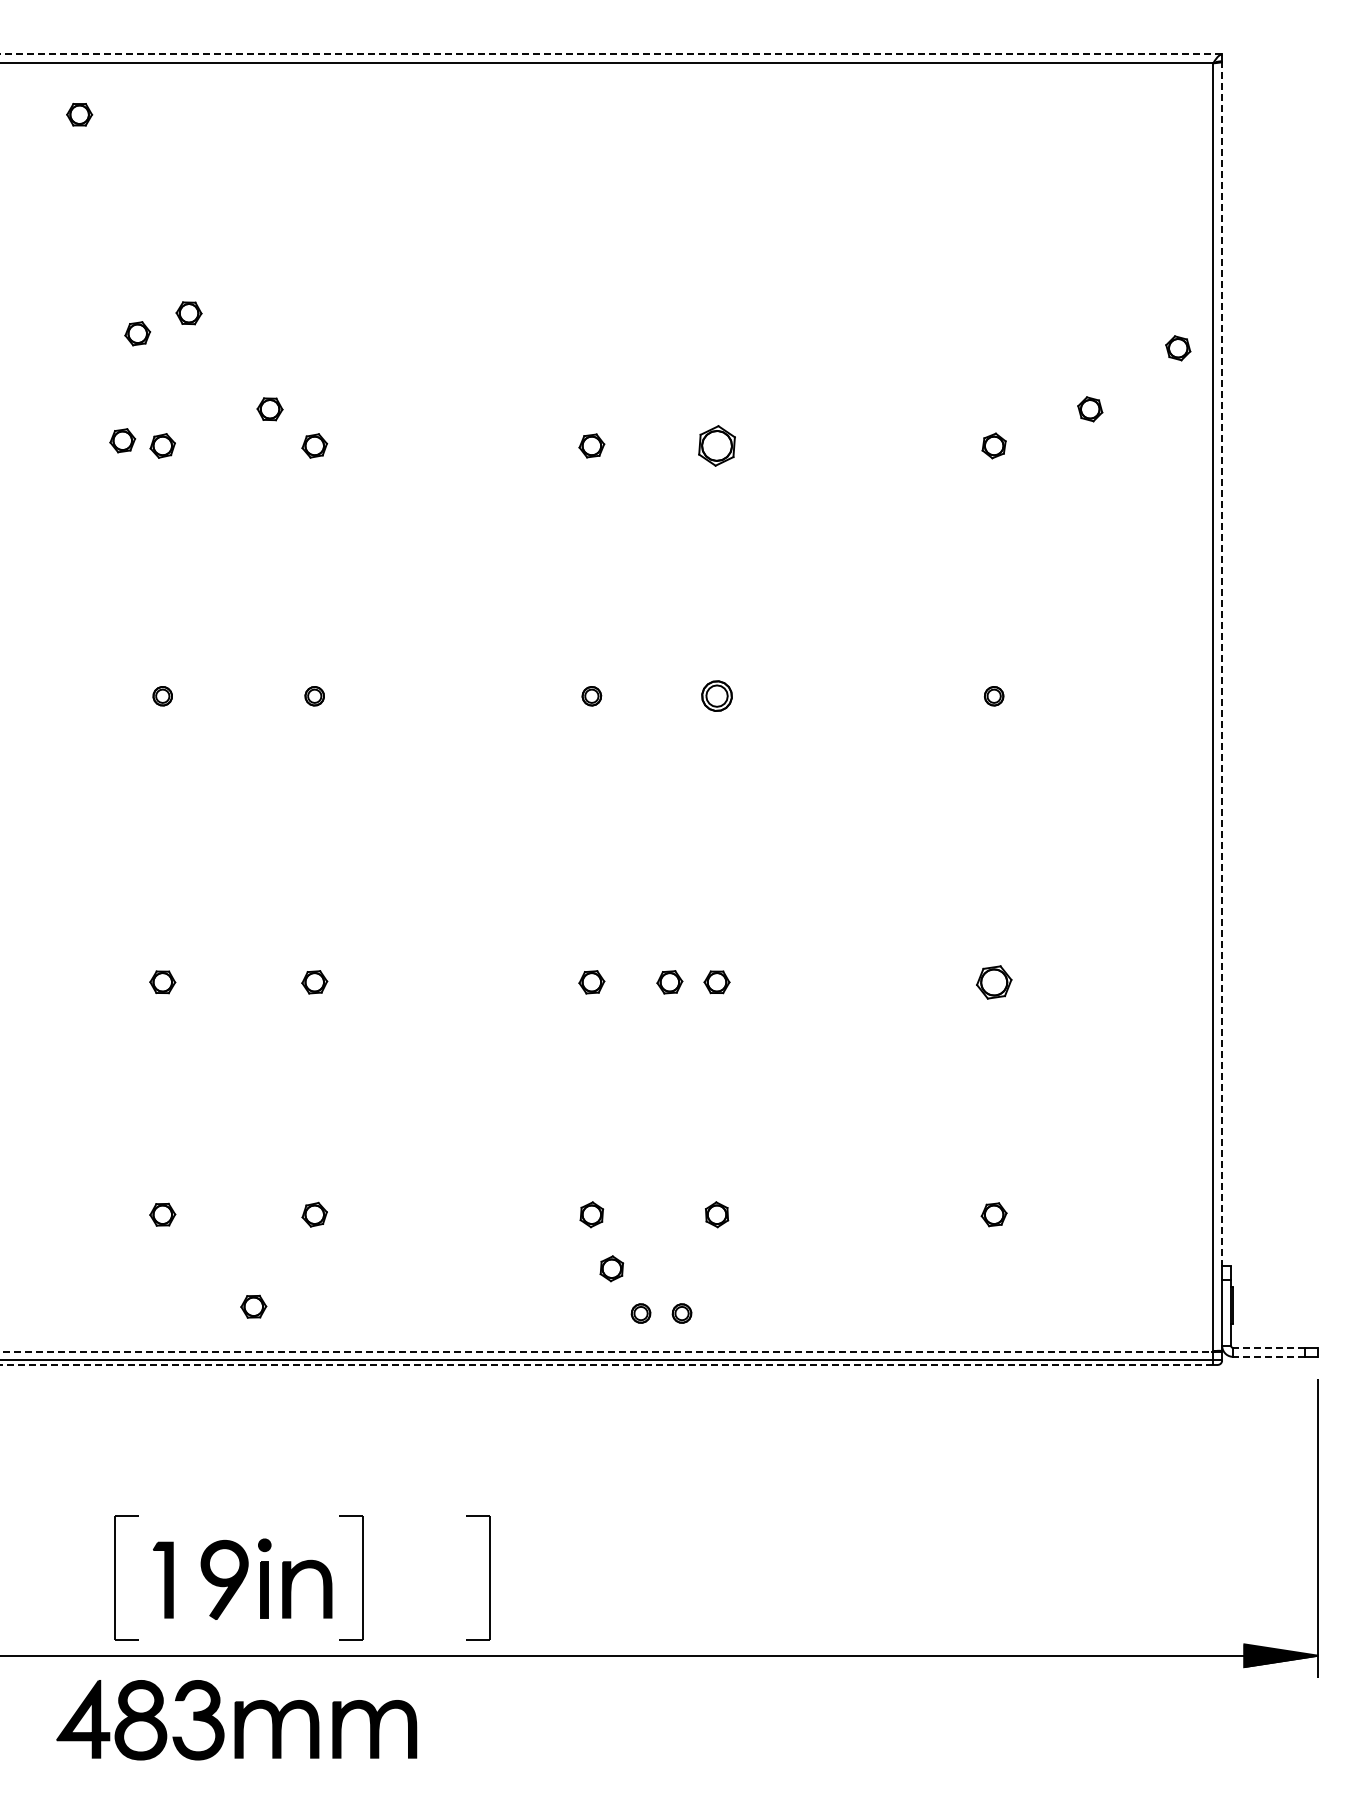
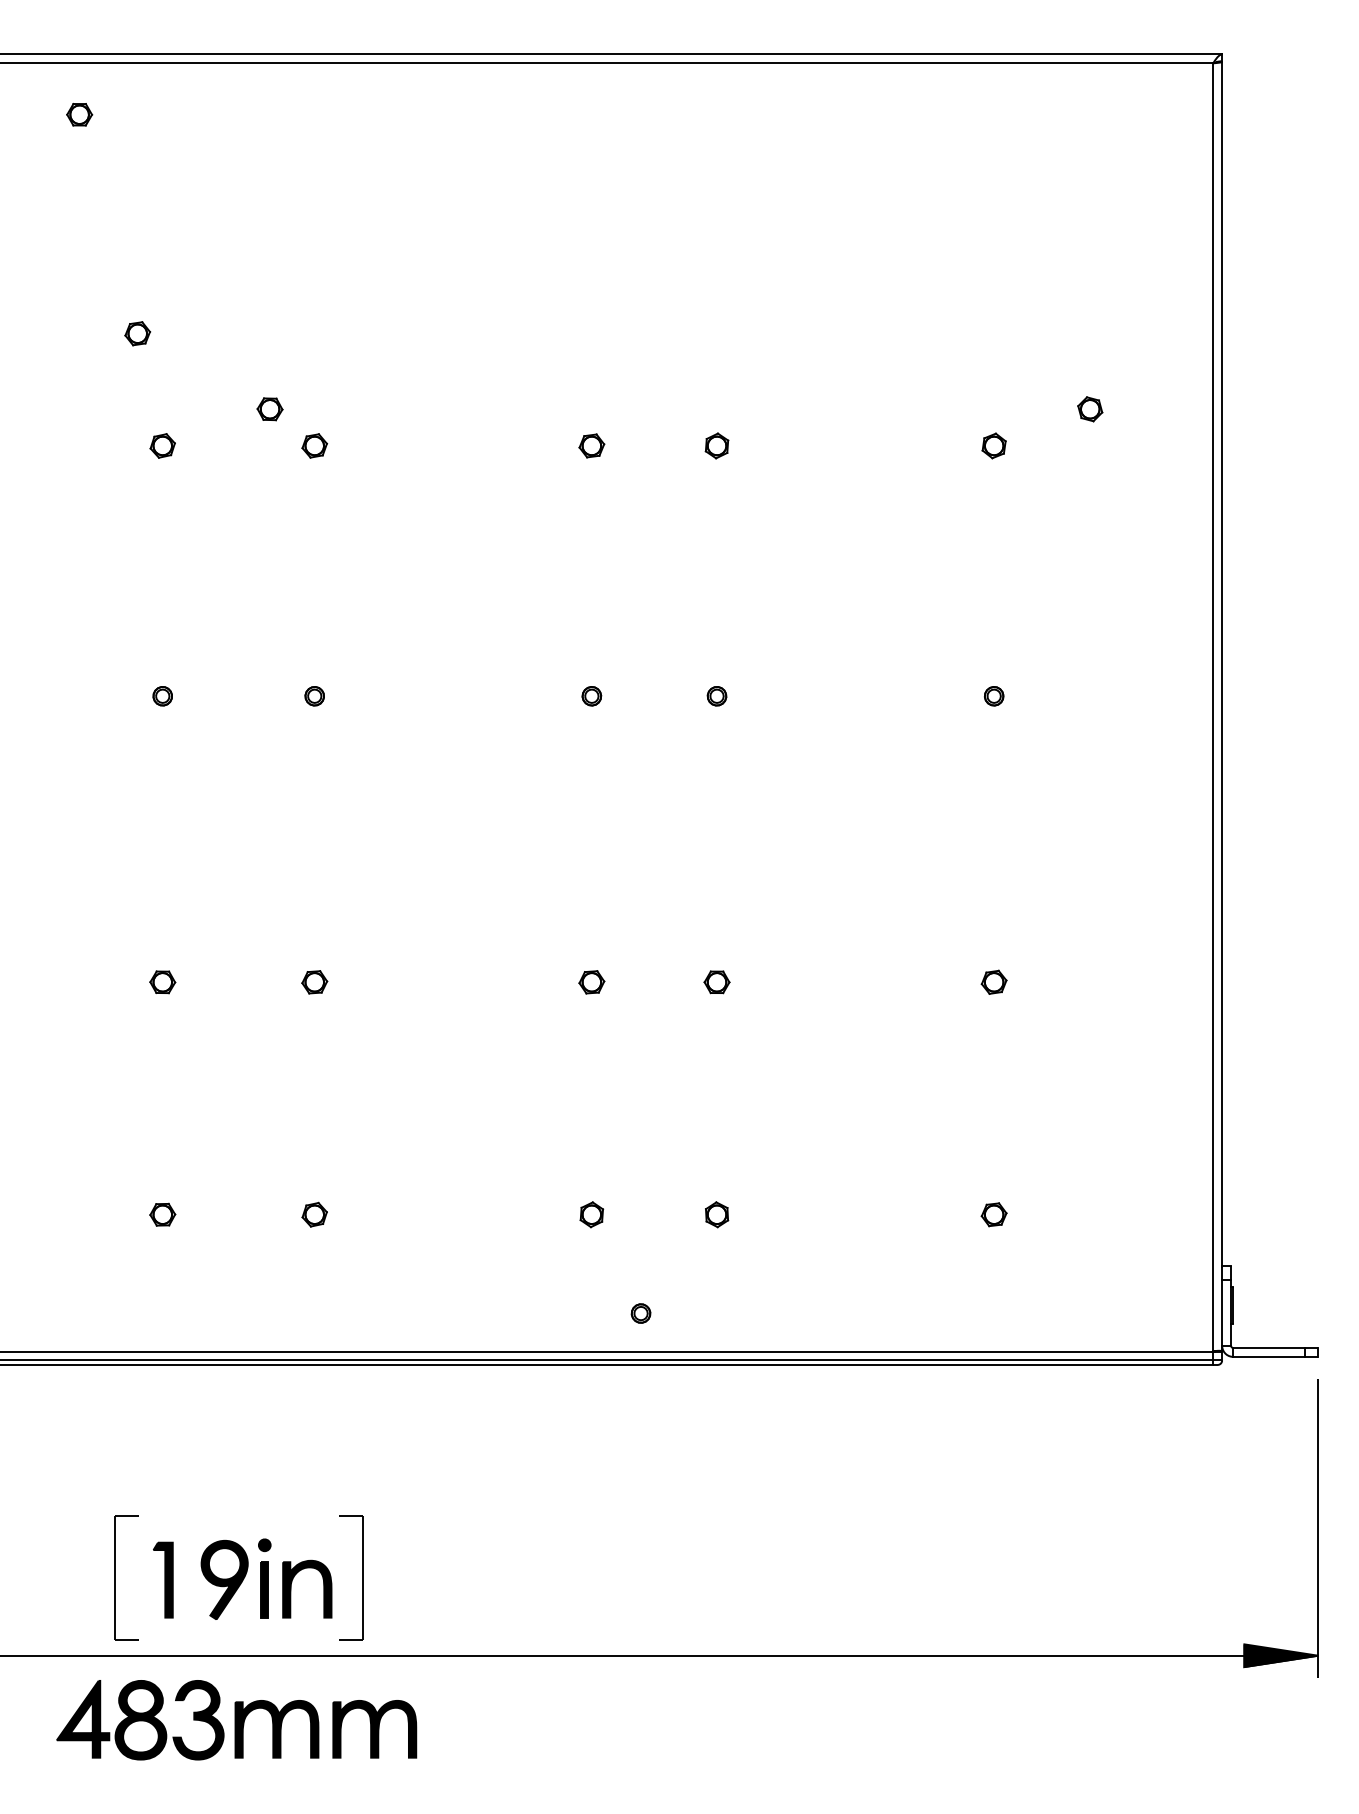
line at (611, 54): dashed -> solid
part at (188, 313): present -> none
part at (1178, 348): present -> none
part at (122, 440): present -> none
part at (716, 445) size: 38x42 px -> 26x28 px
line at (1222, 663): dashed -> solid
part at (716, 695) size: 32x32 px -> 22x21 px
part at (669, 982): present -> none
part at (994, 982) size: 37x35 px -> 28x26 px
part at (611, 1268): present -> none
part at (253, 1306): present -> none
part at (681, 1313): present -> none
line at (1269, 1347): dashed -> solid
line at (606, 1351): dashed -> solid
line at (1269, 1356): dashed -> solid
line at (606, 1364): dashed -> solid
part at (489, 1577): present -> none
